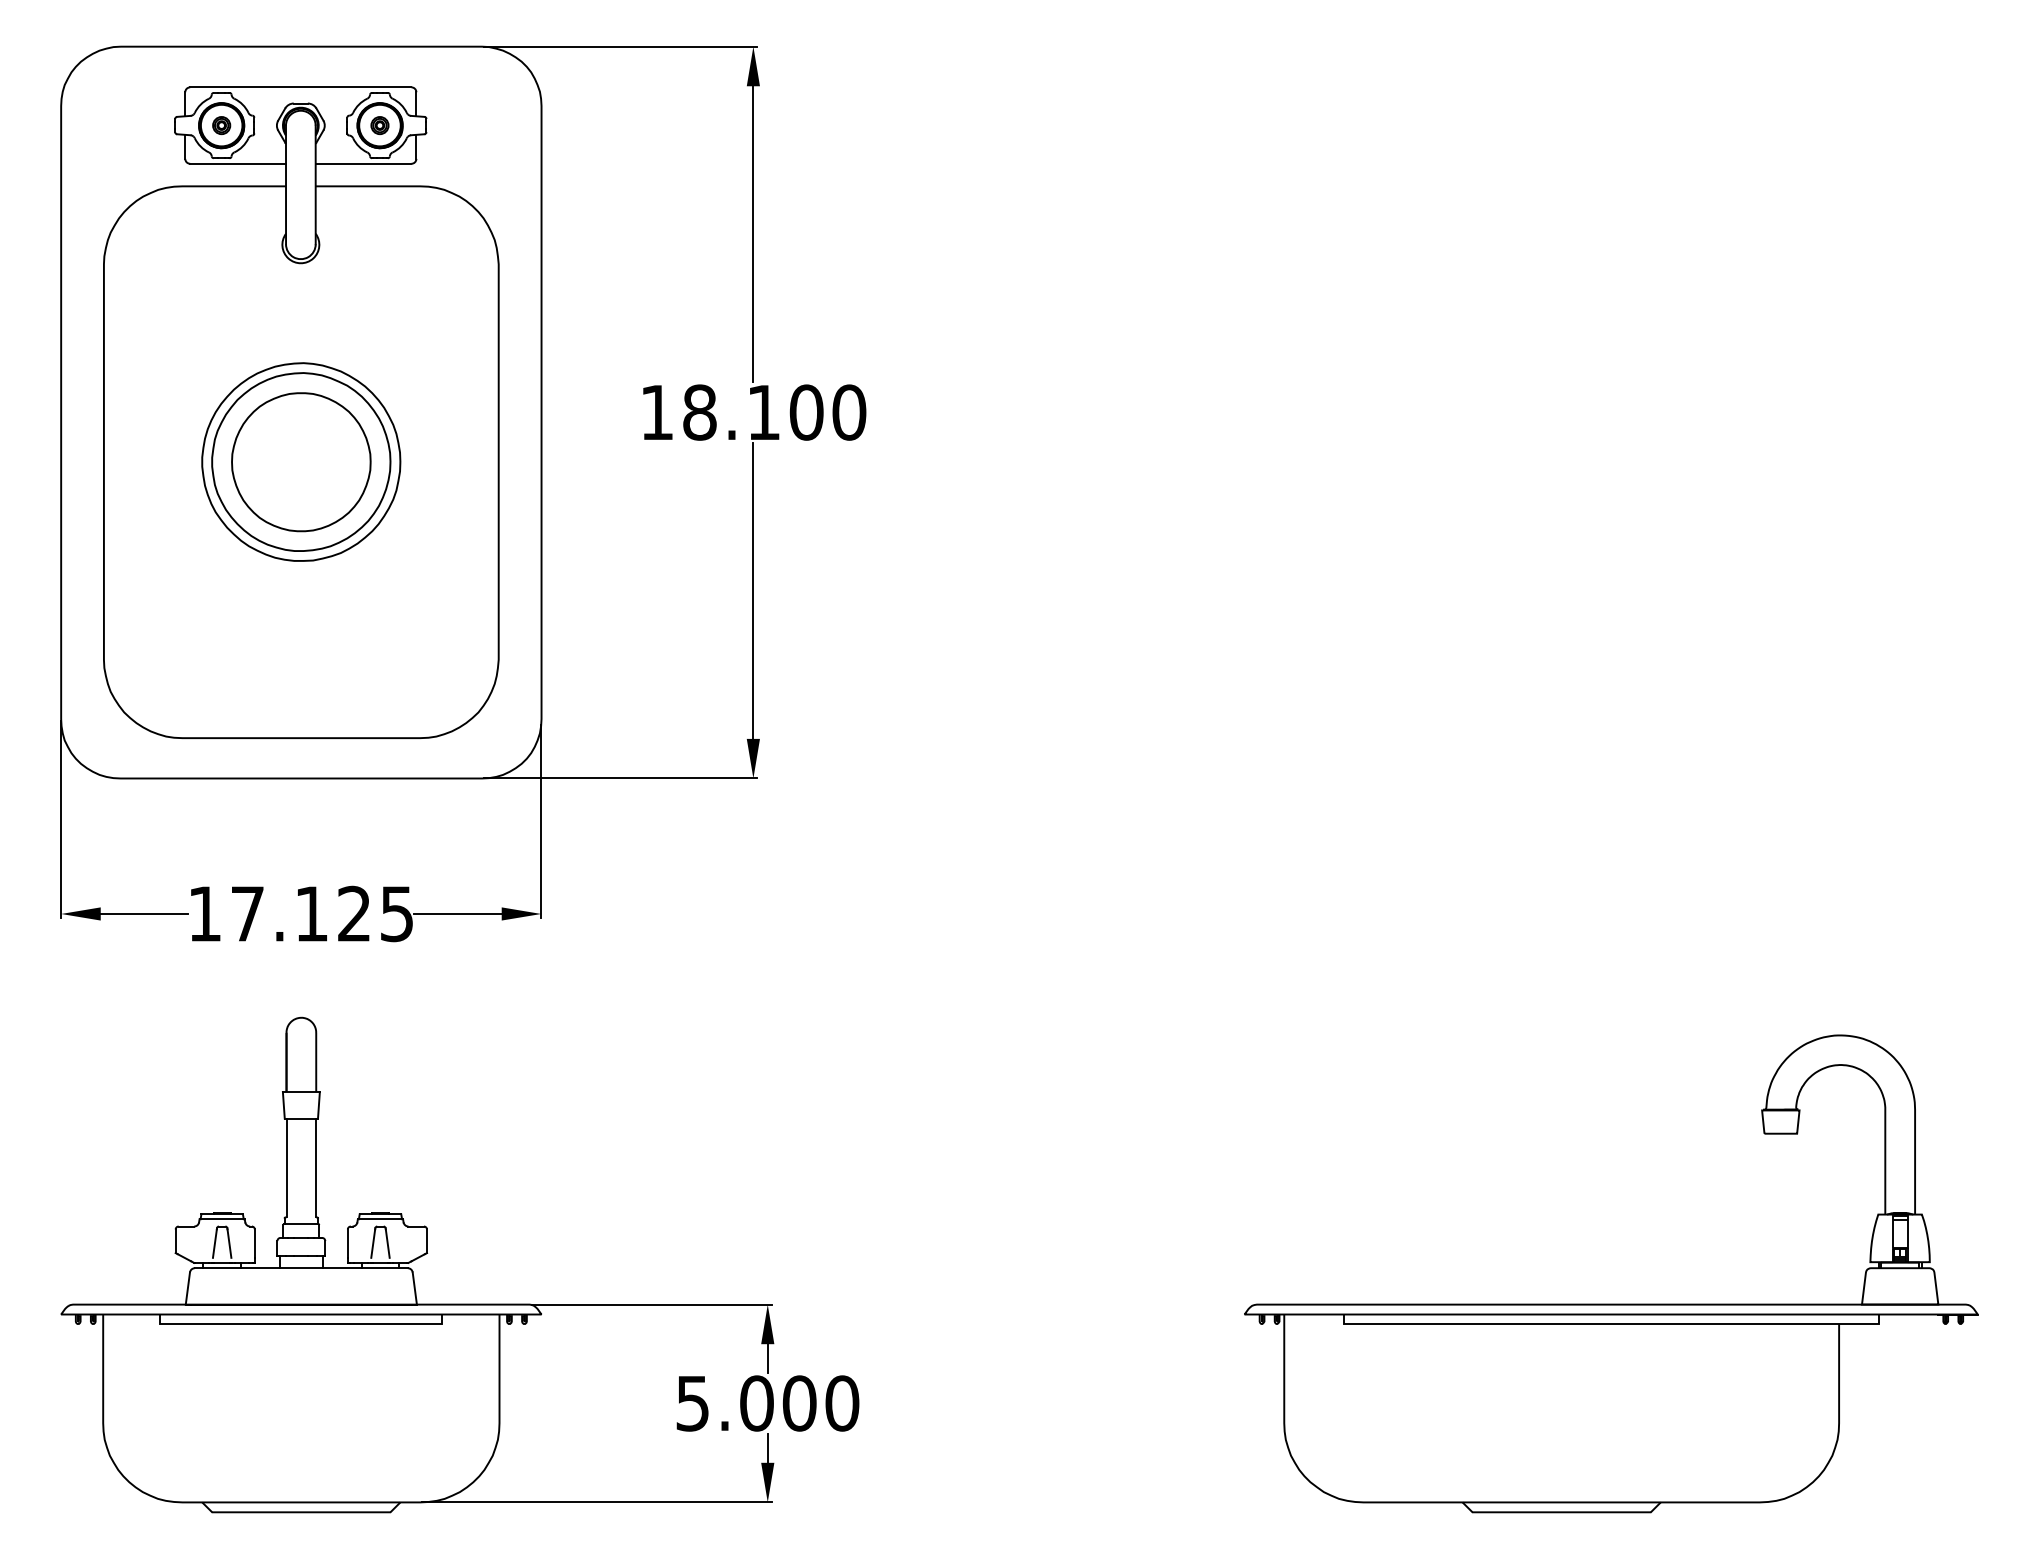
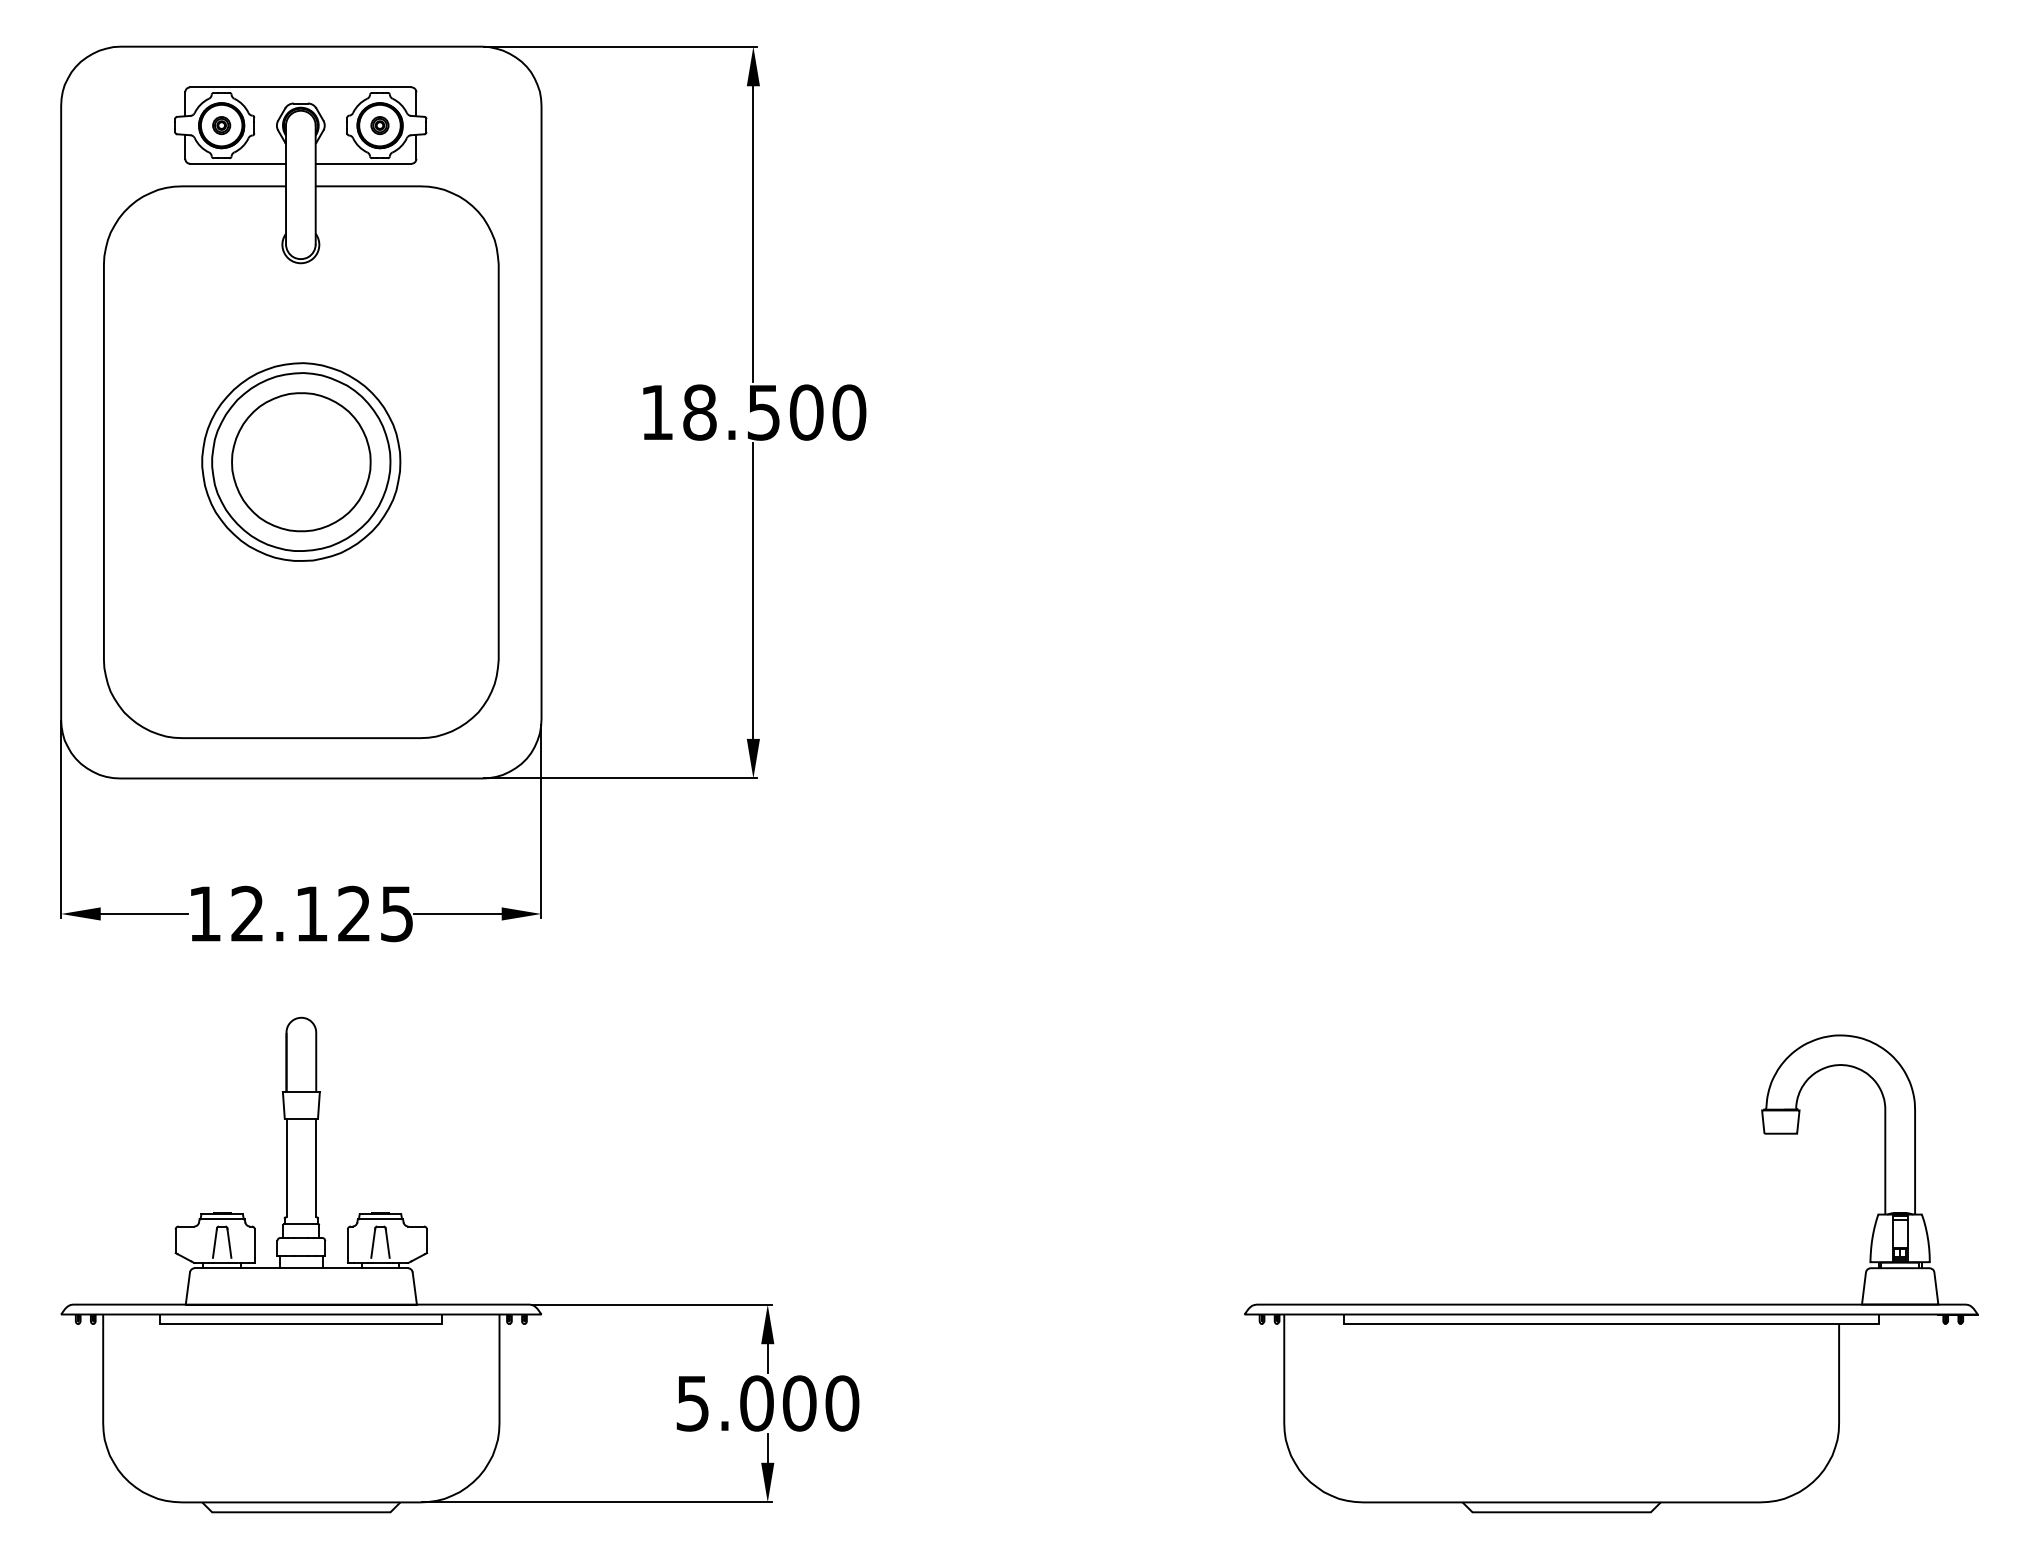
text at (763, 412): 18.100 -> 18.500
text at (247, 913): 17.125 -> 12.125
